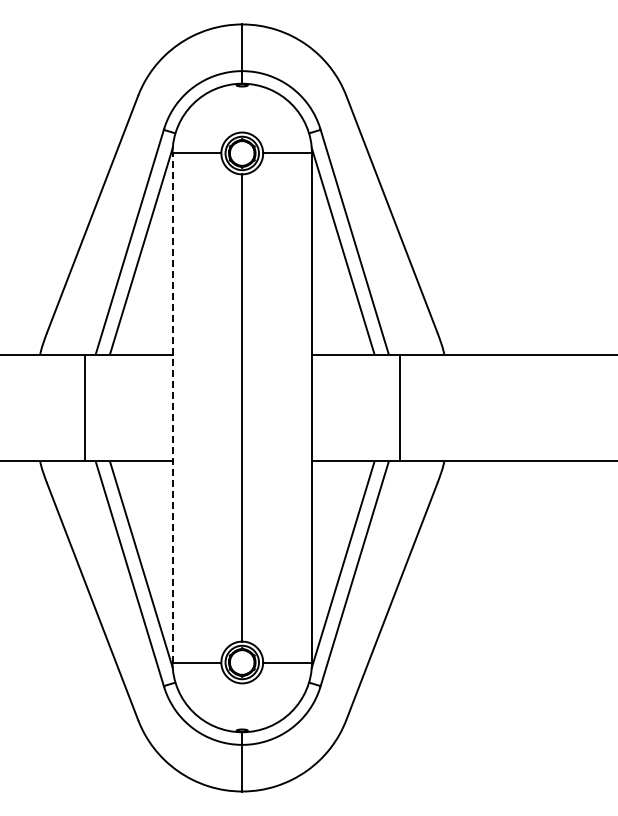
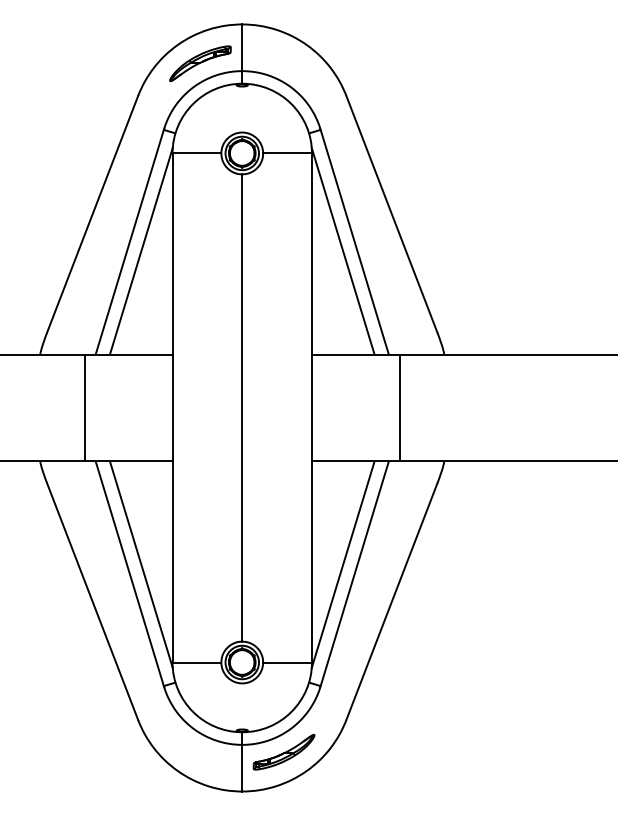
part at (200, 63): none -> present
line at (172, 407): dashed -> solid
part at (283, 752): none -> present
